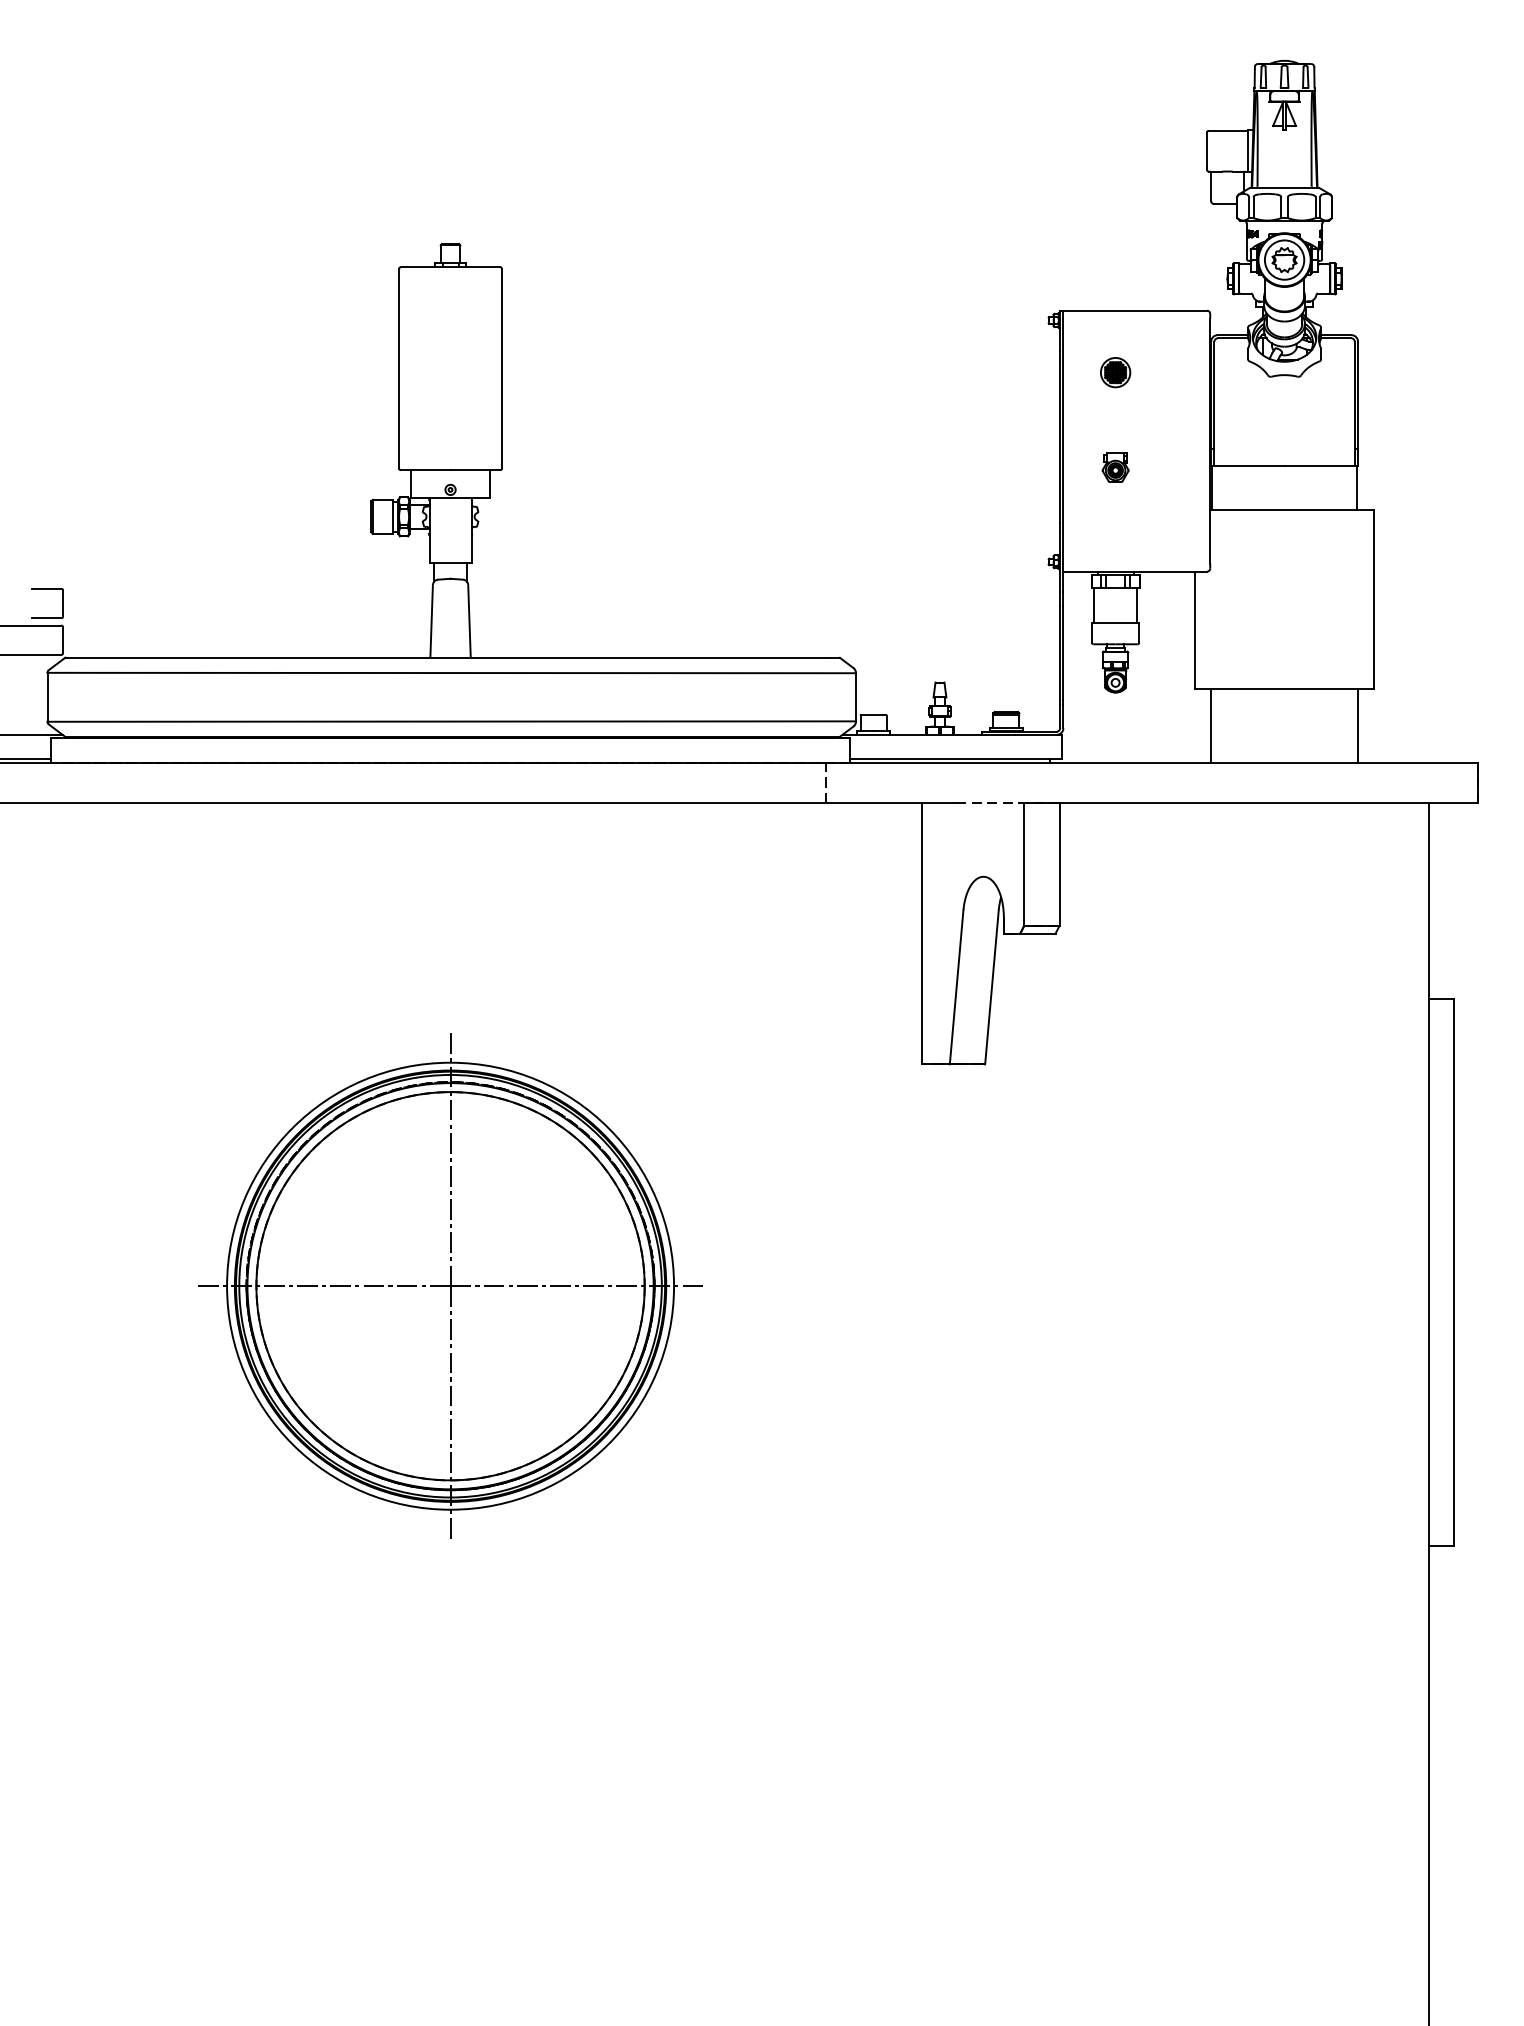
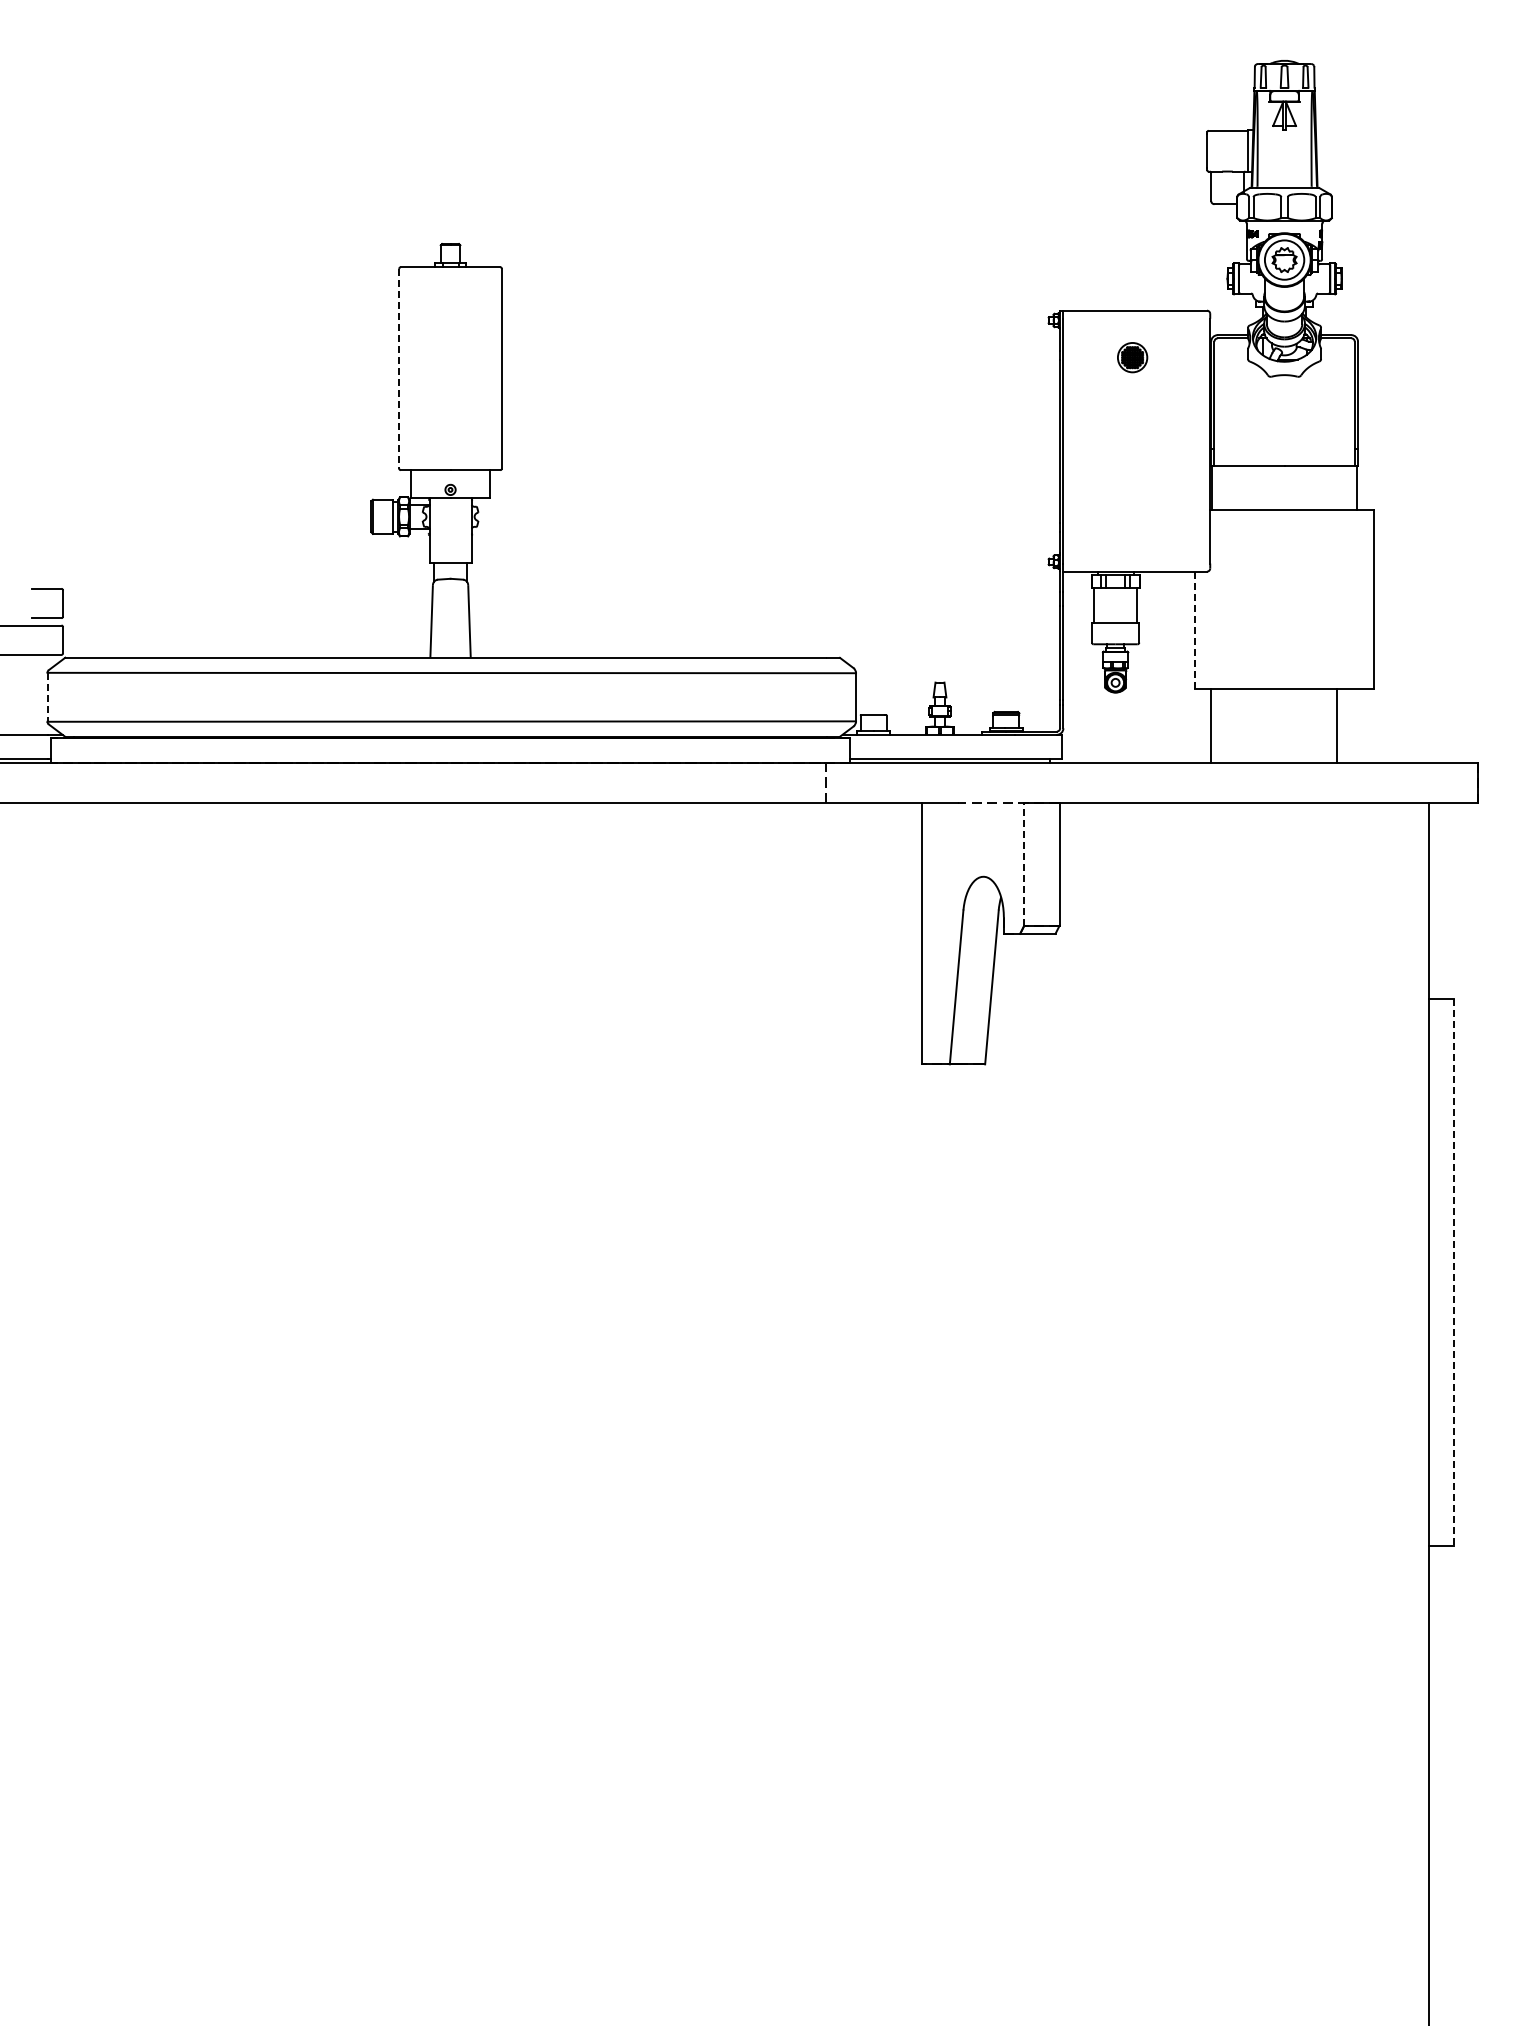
line at (399, 368): solid -> dashed
part at (1115, 372) position: (1115, 372) -> (1132, 357)
part at (1115, 467): present -> none
line at (1194, 630): solid -> dashed
line at (47, 697): solid -> dashed
line at (1358, 725) position: (1358, 725) -> (1337, 725)
line at (1024, 864): solid -> dashed
line at (1453, 1272): solid -> dashed
part at (450, 1285): present -> none
